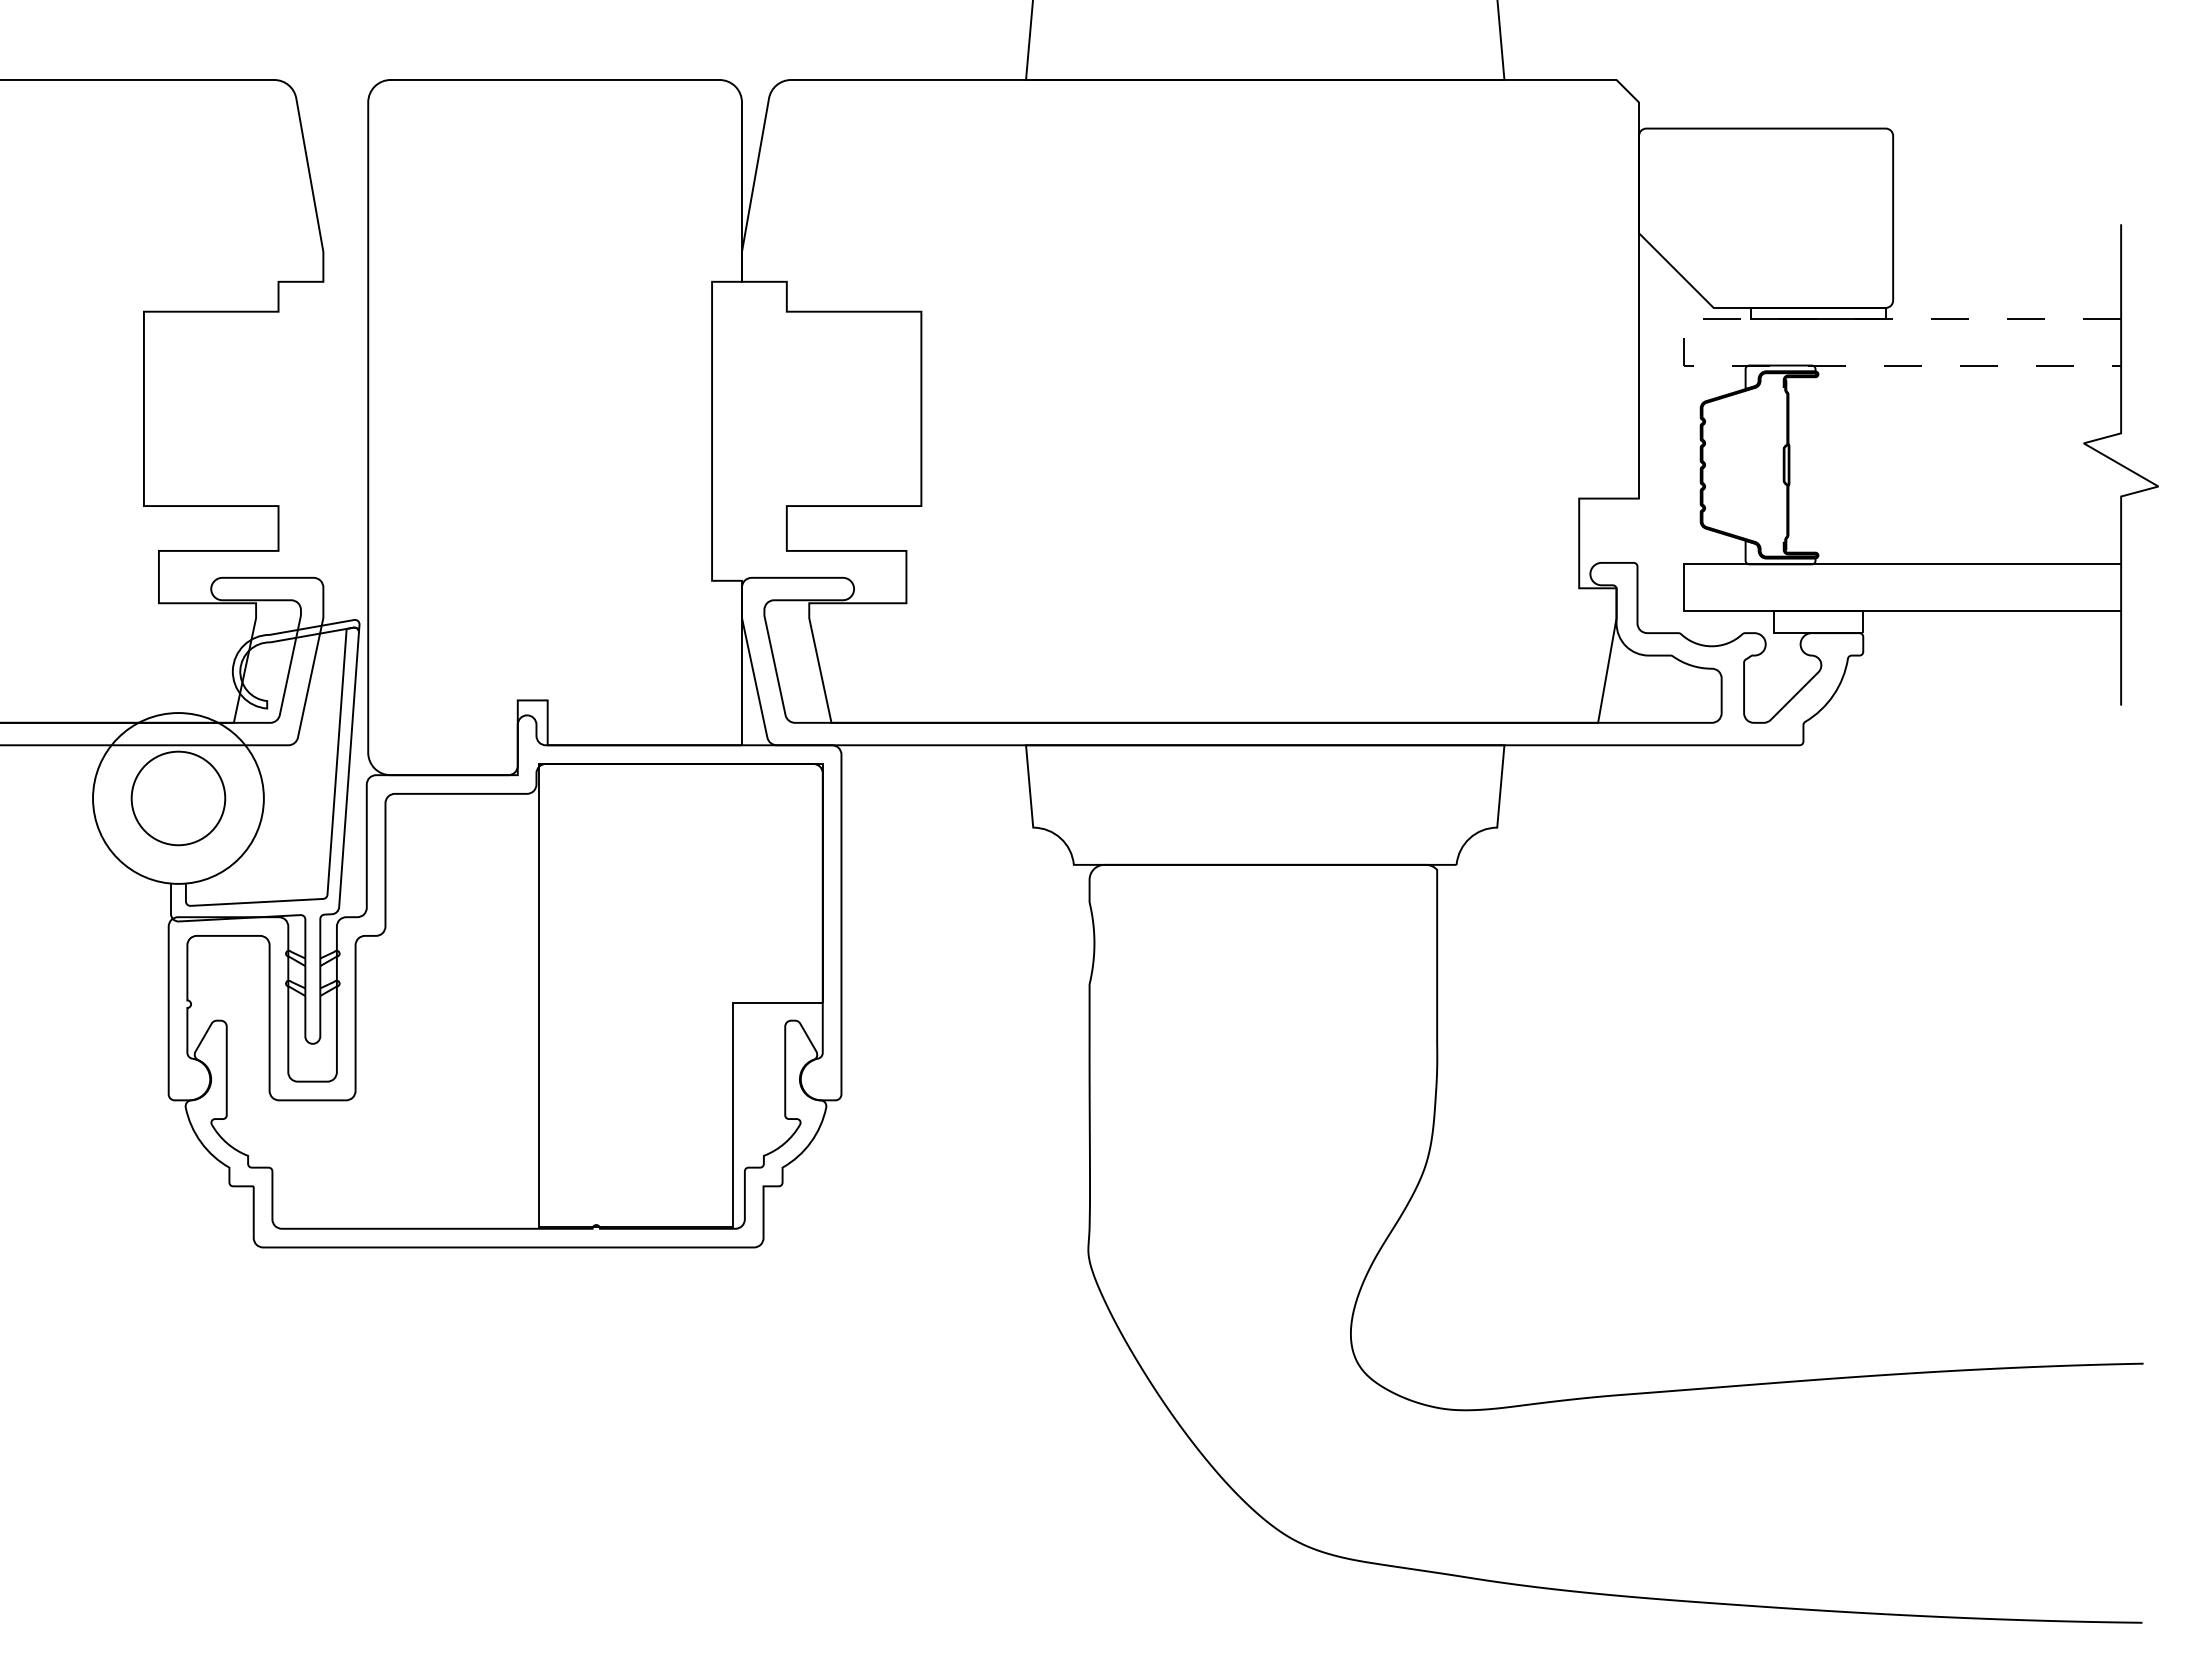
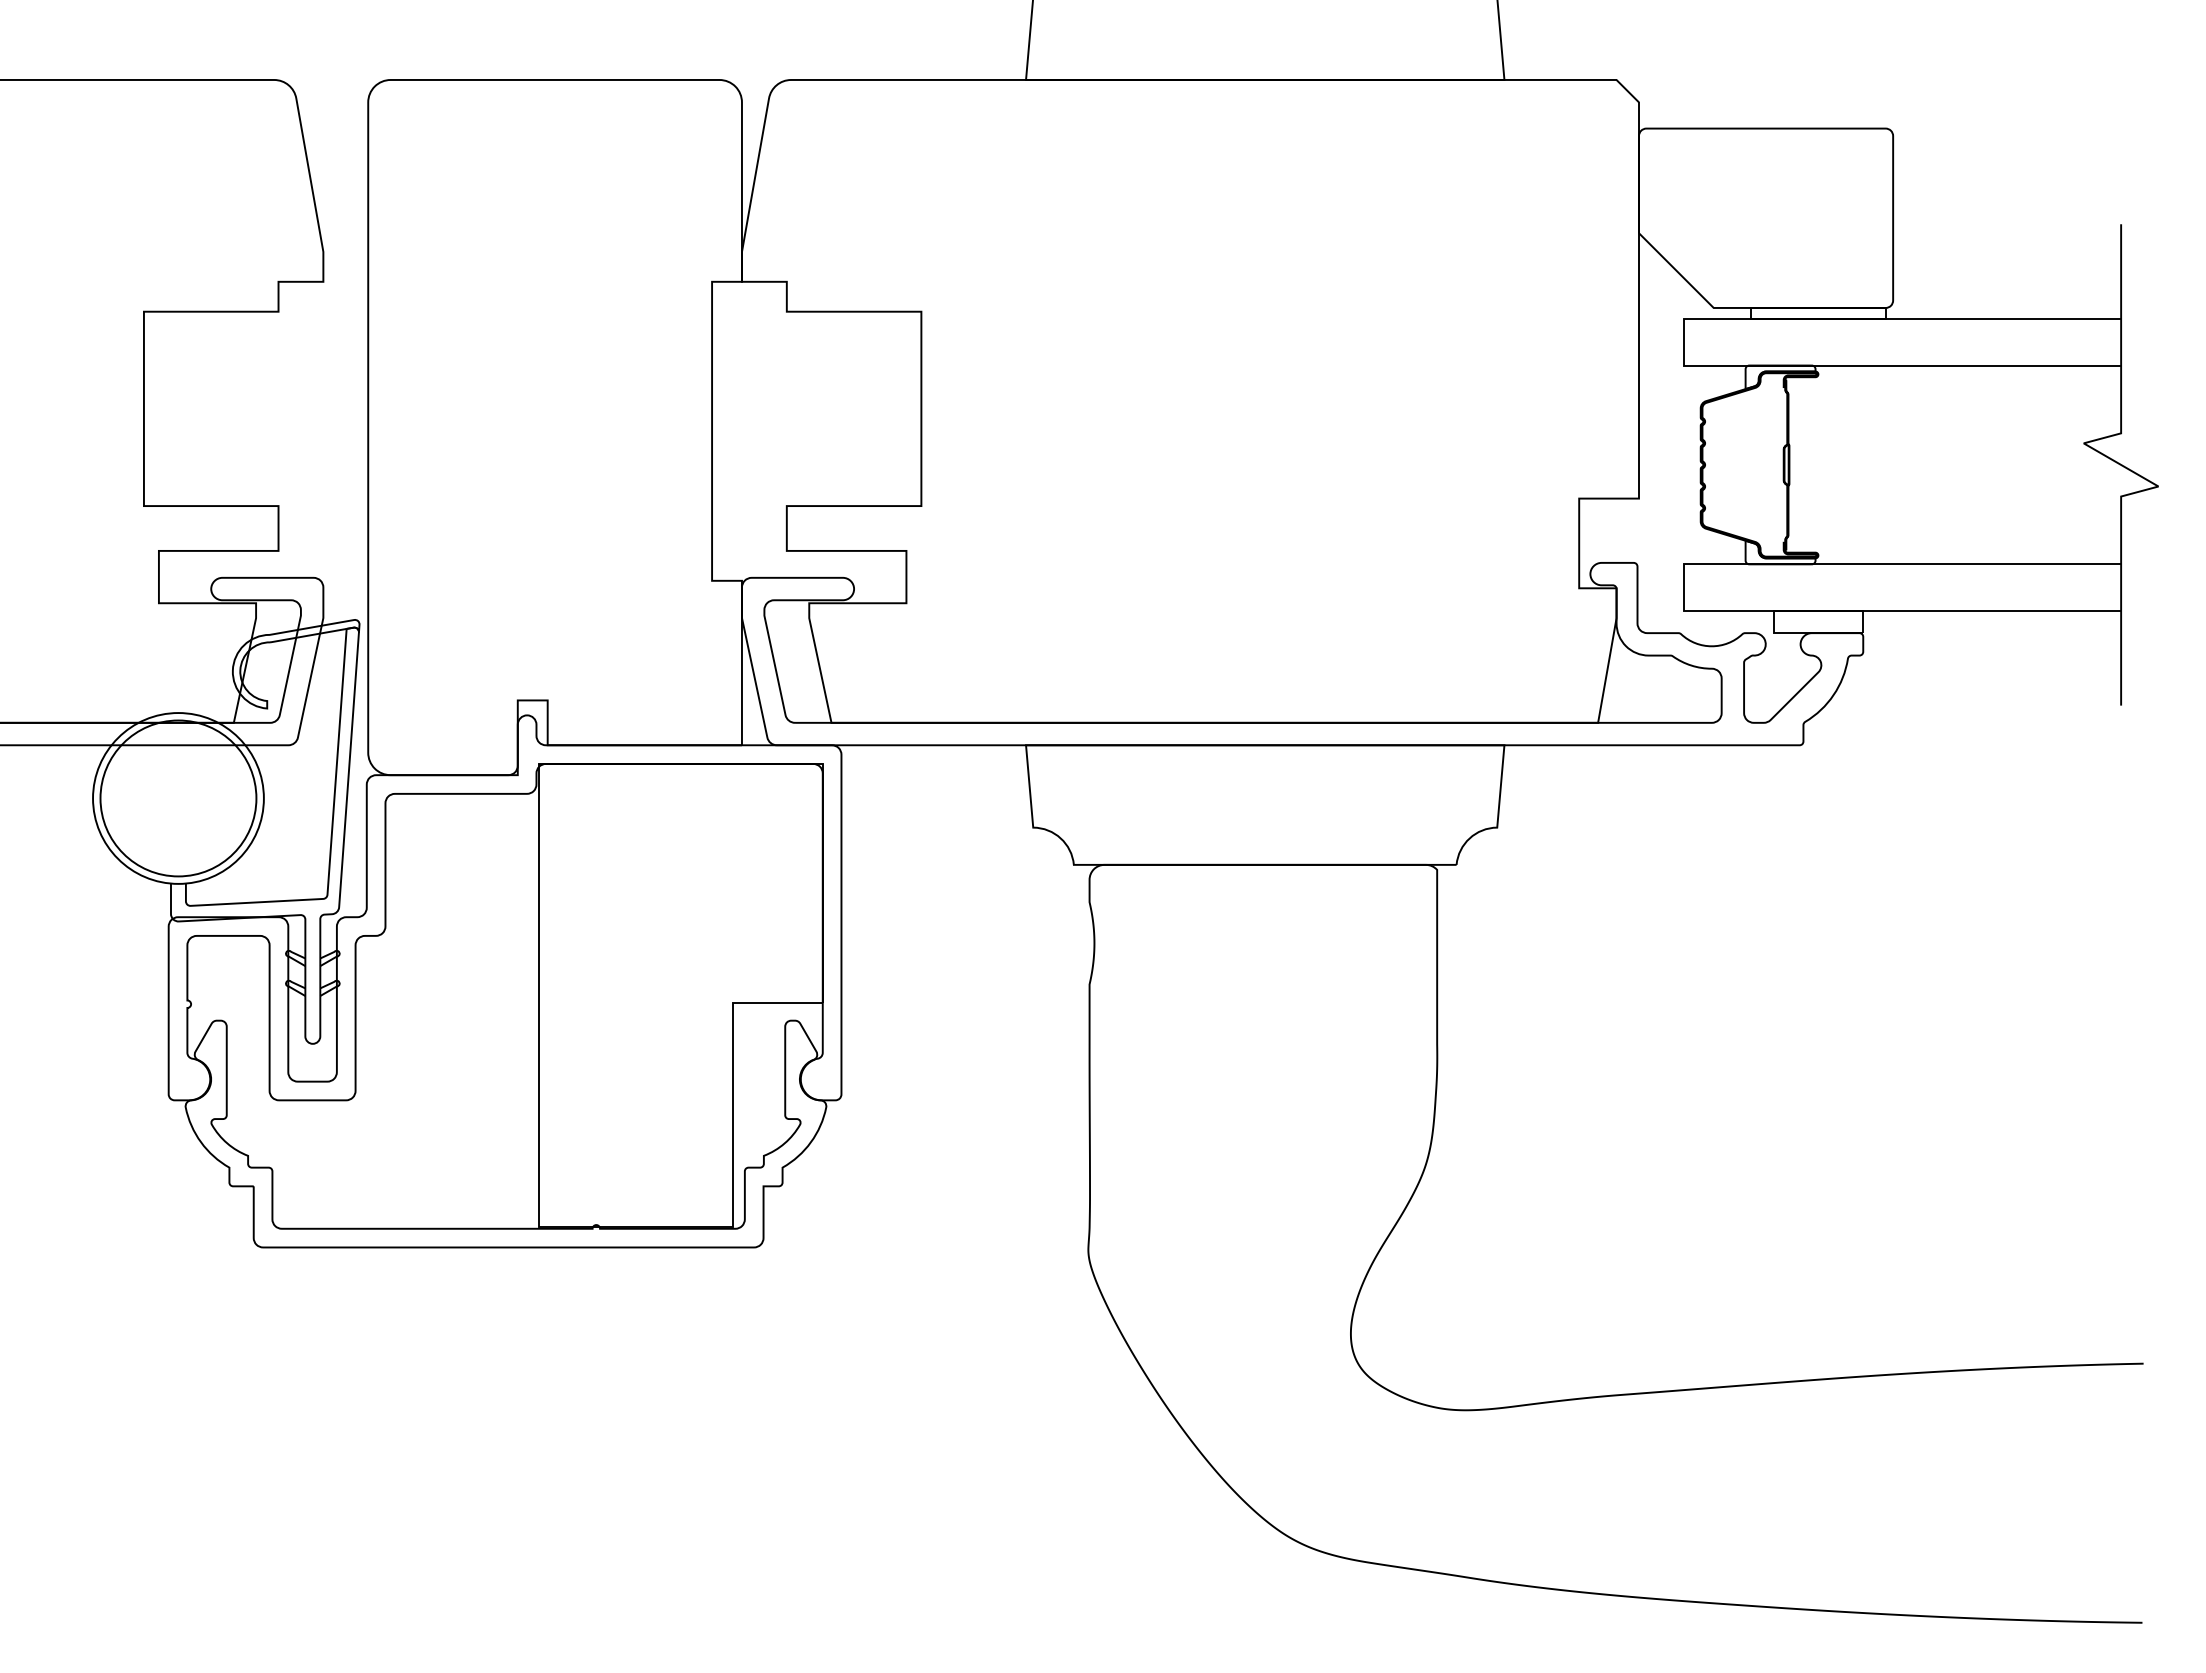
line at (1683, 342): dashed -> solid
circle at (178, 798) diameter: 94 px -> 156 px
